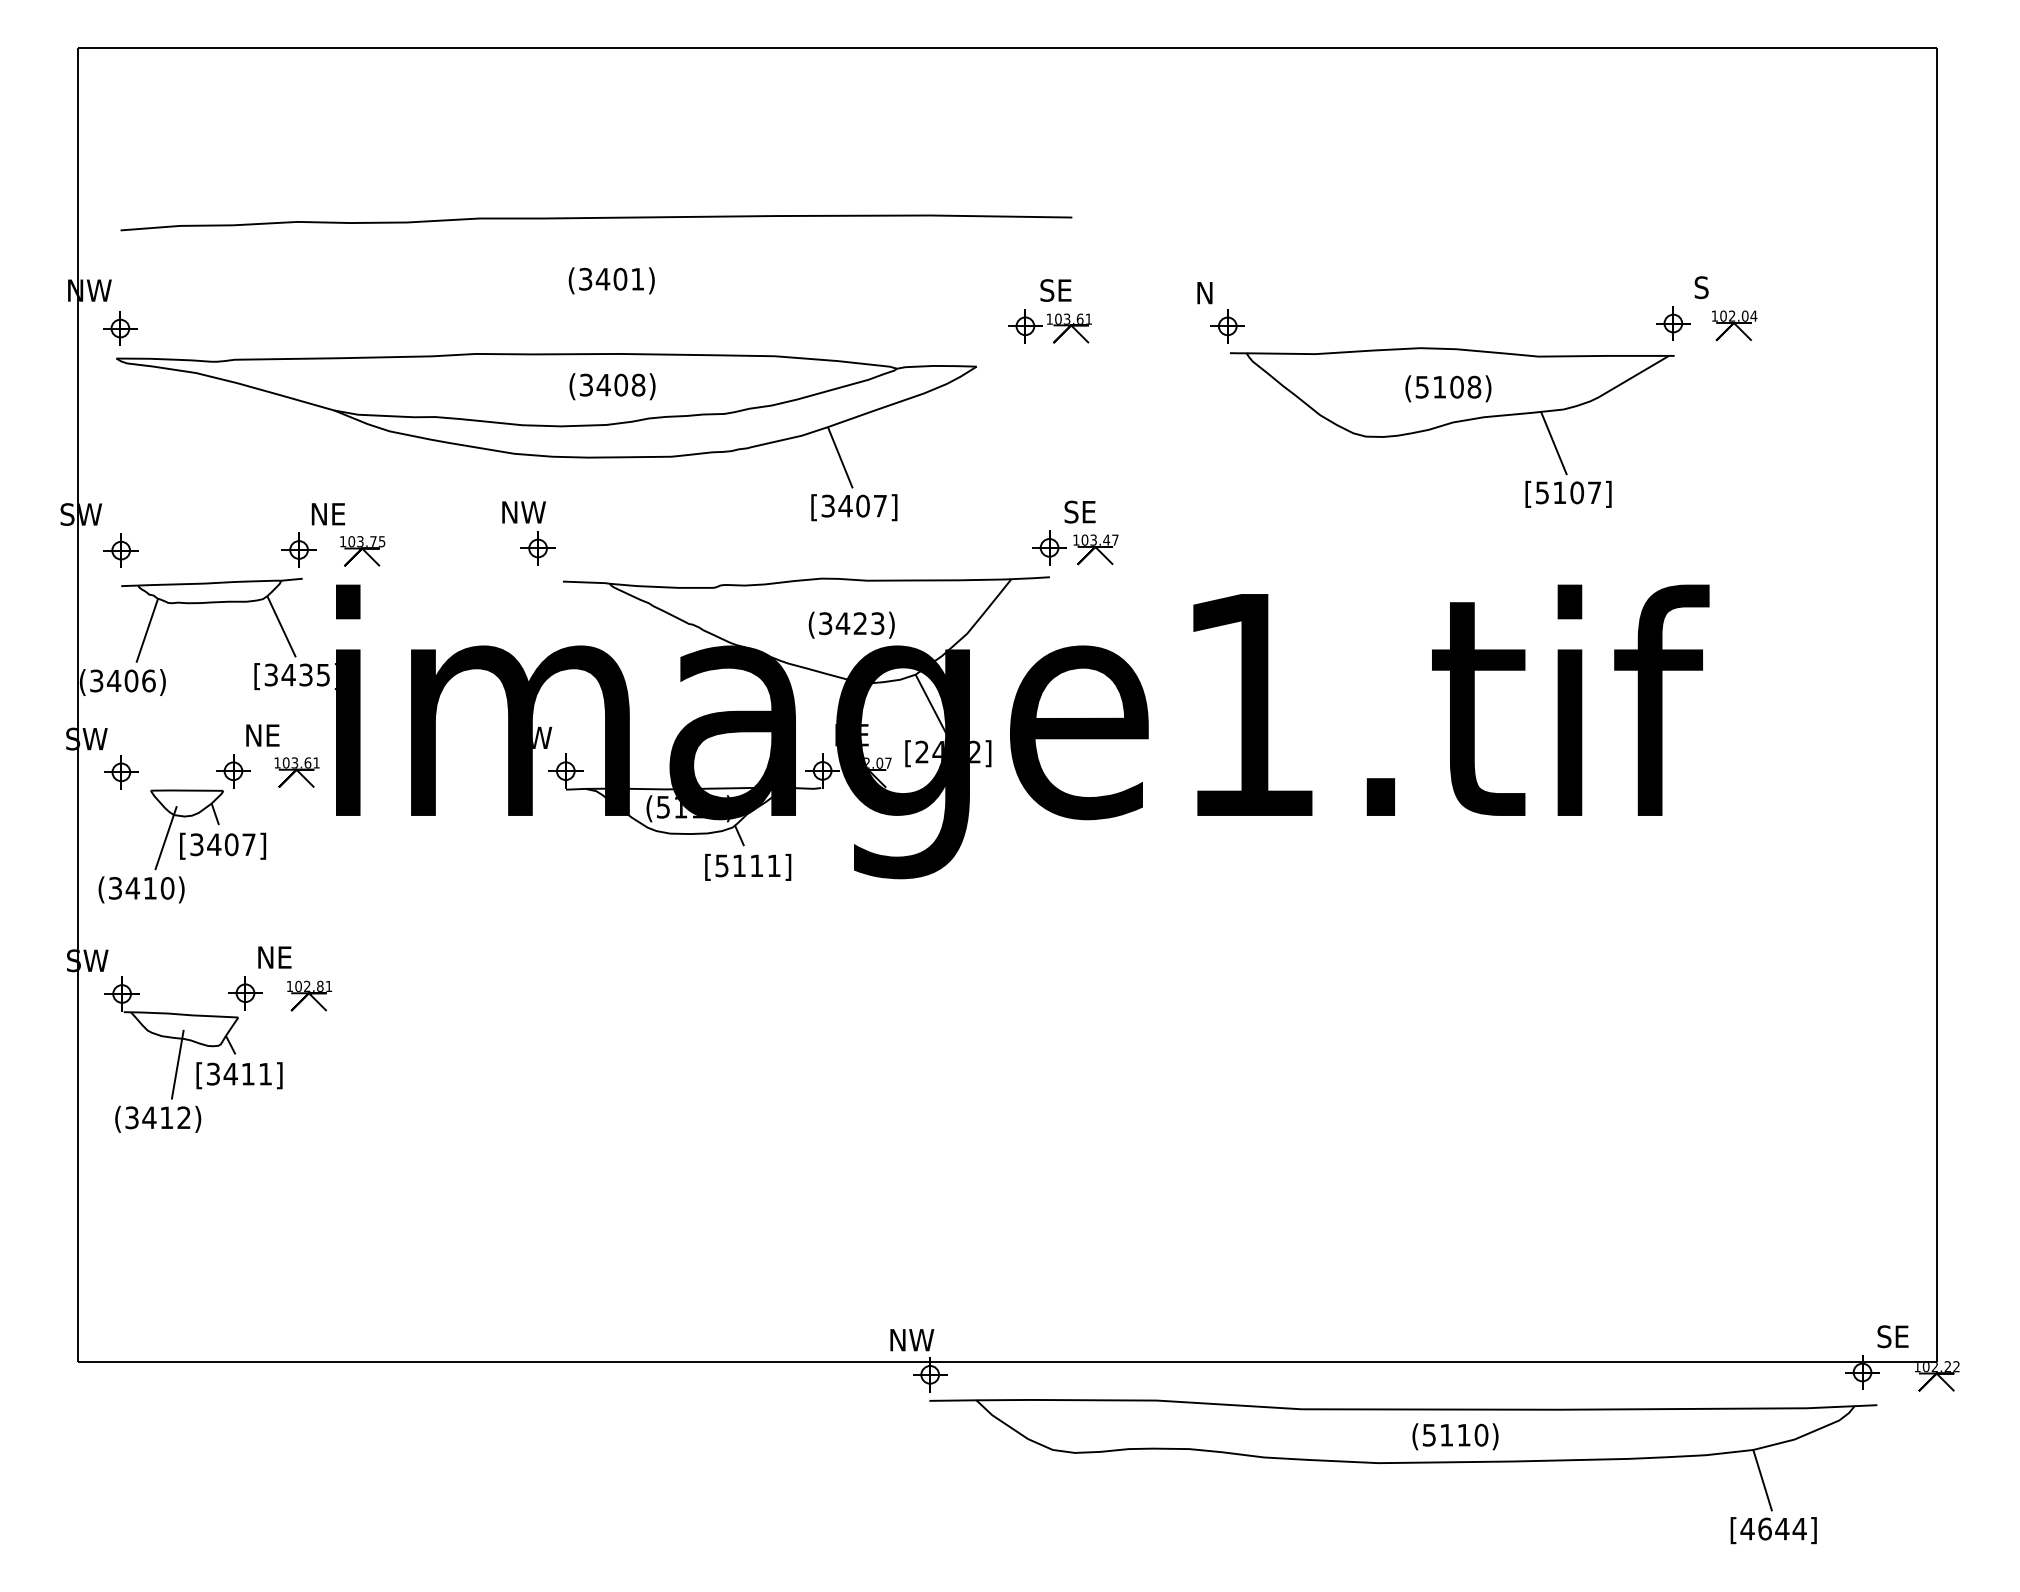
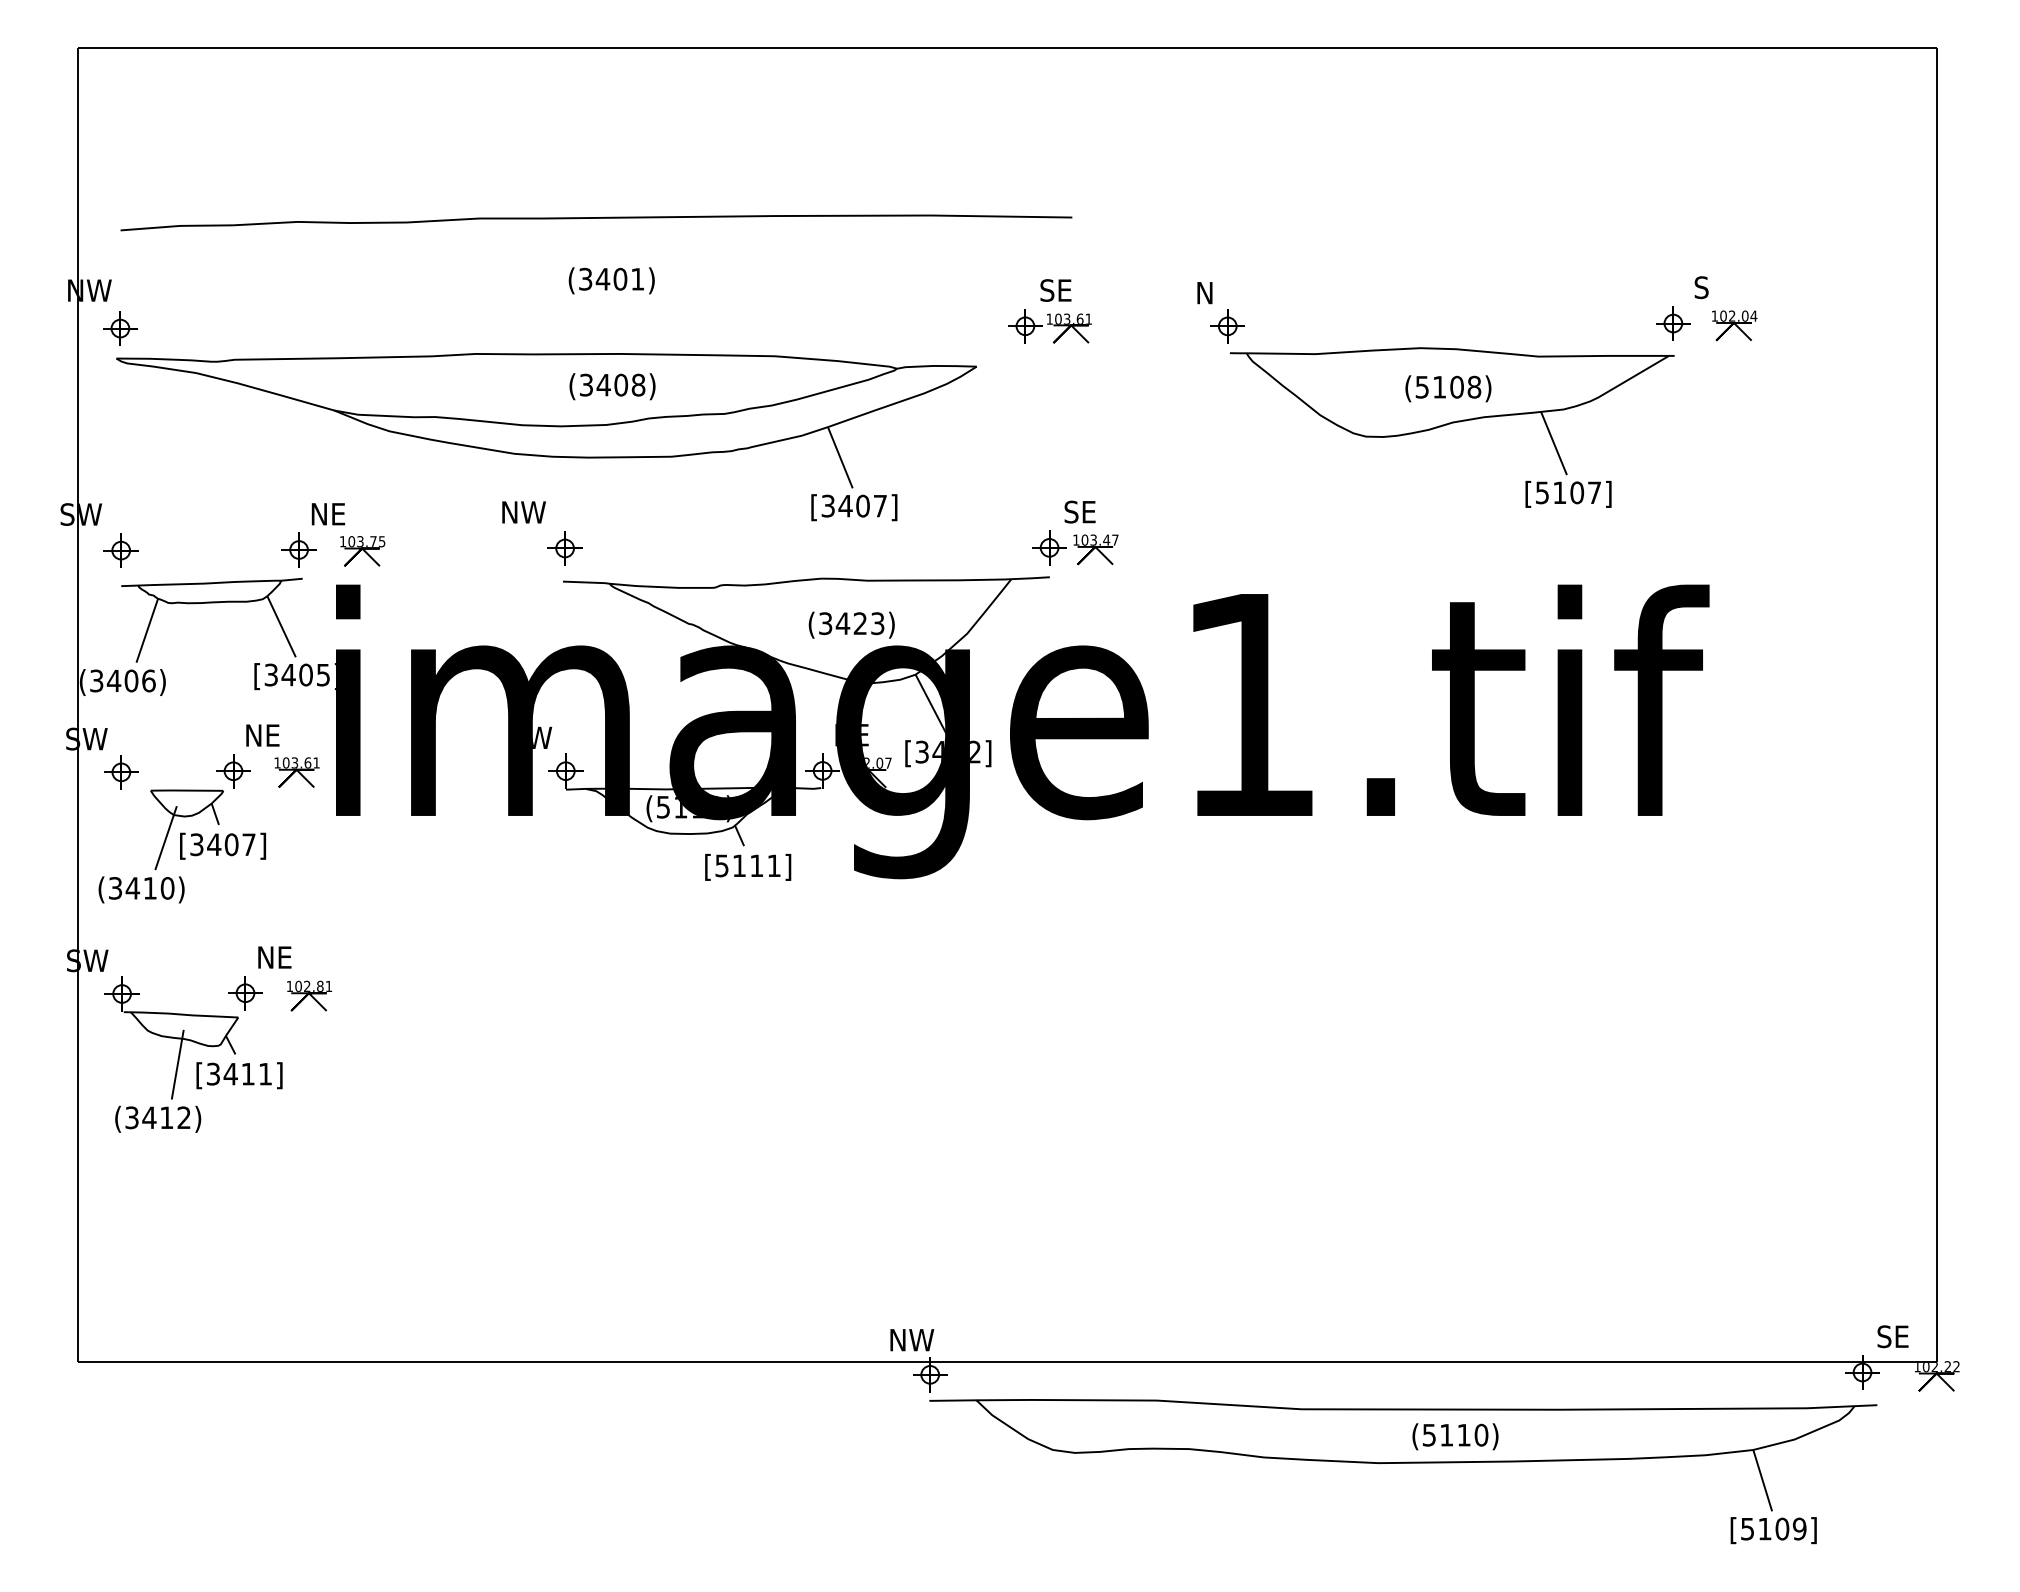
part at (537, 548) position: (537, 548) -> (564, 548)
text at (305, 674): [3435] -> [3405]
text at (921, 752): [2422] -> [3422]
text at (1773, 1528): [4644] -> [5109]
